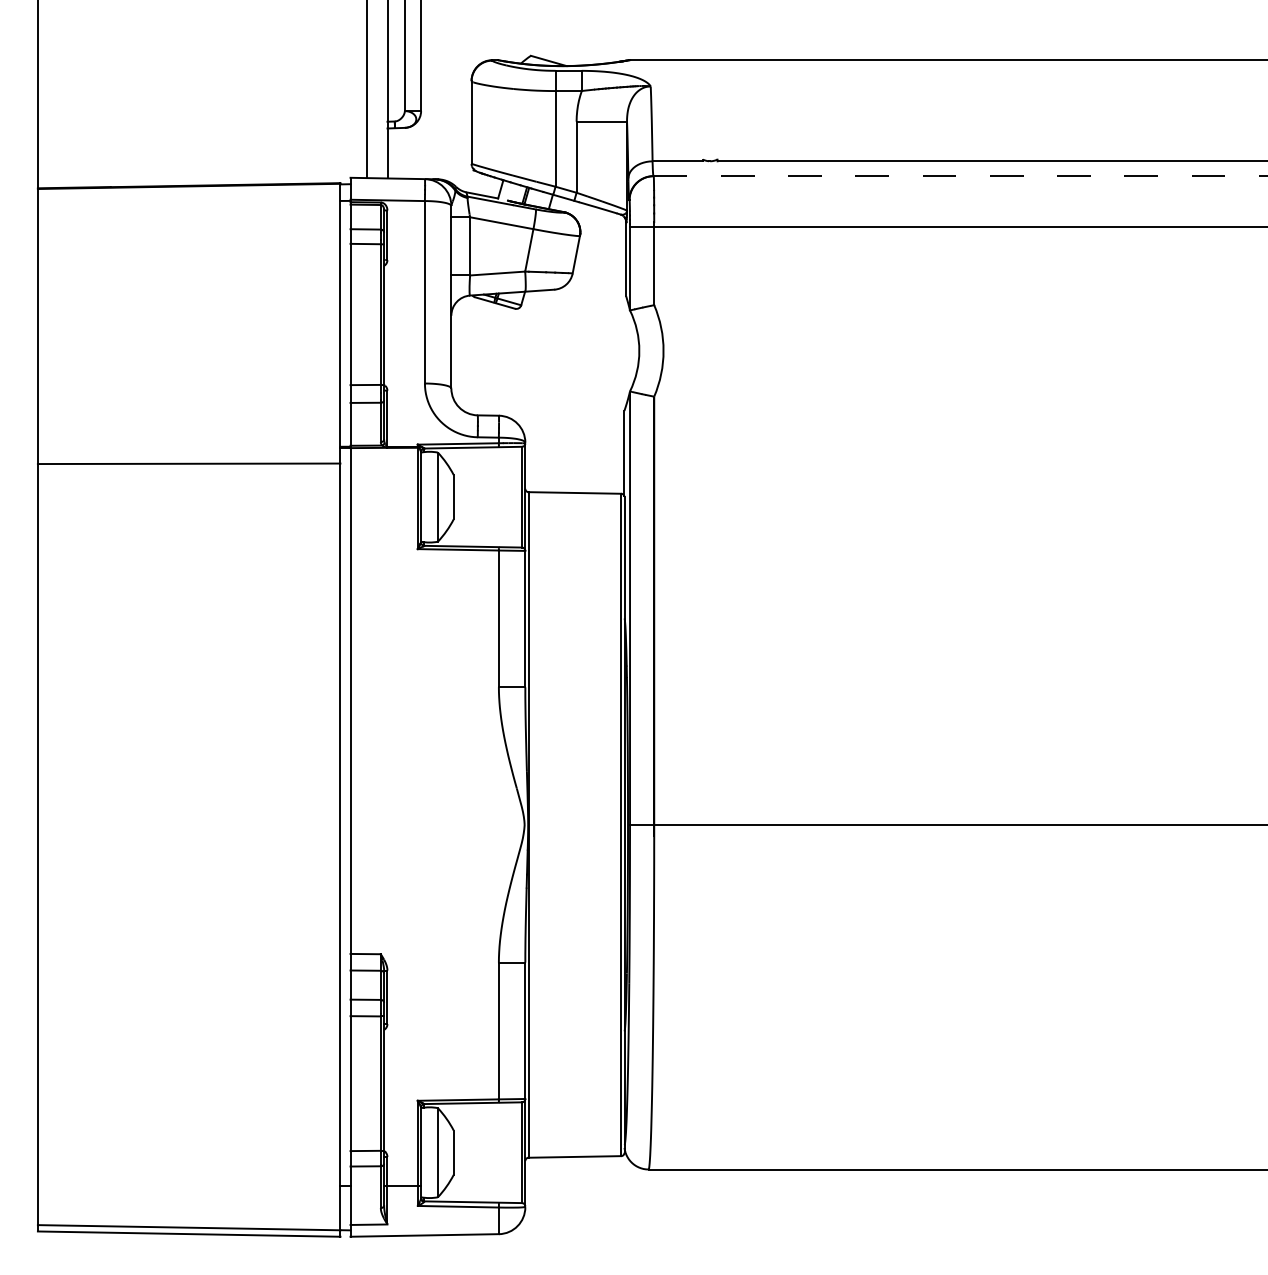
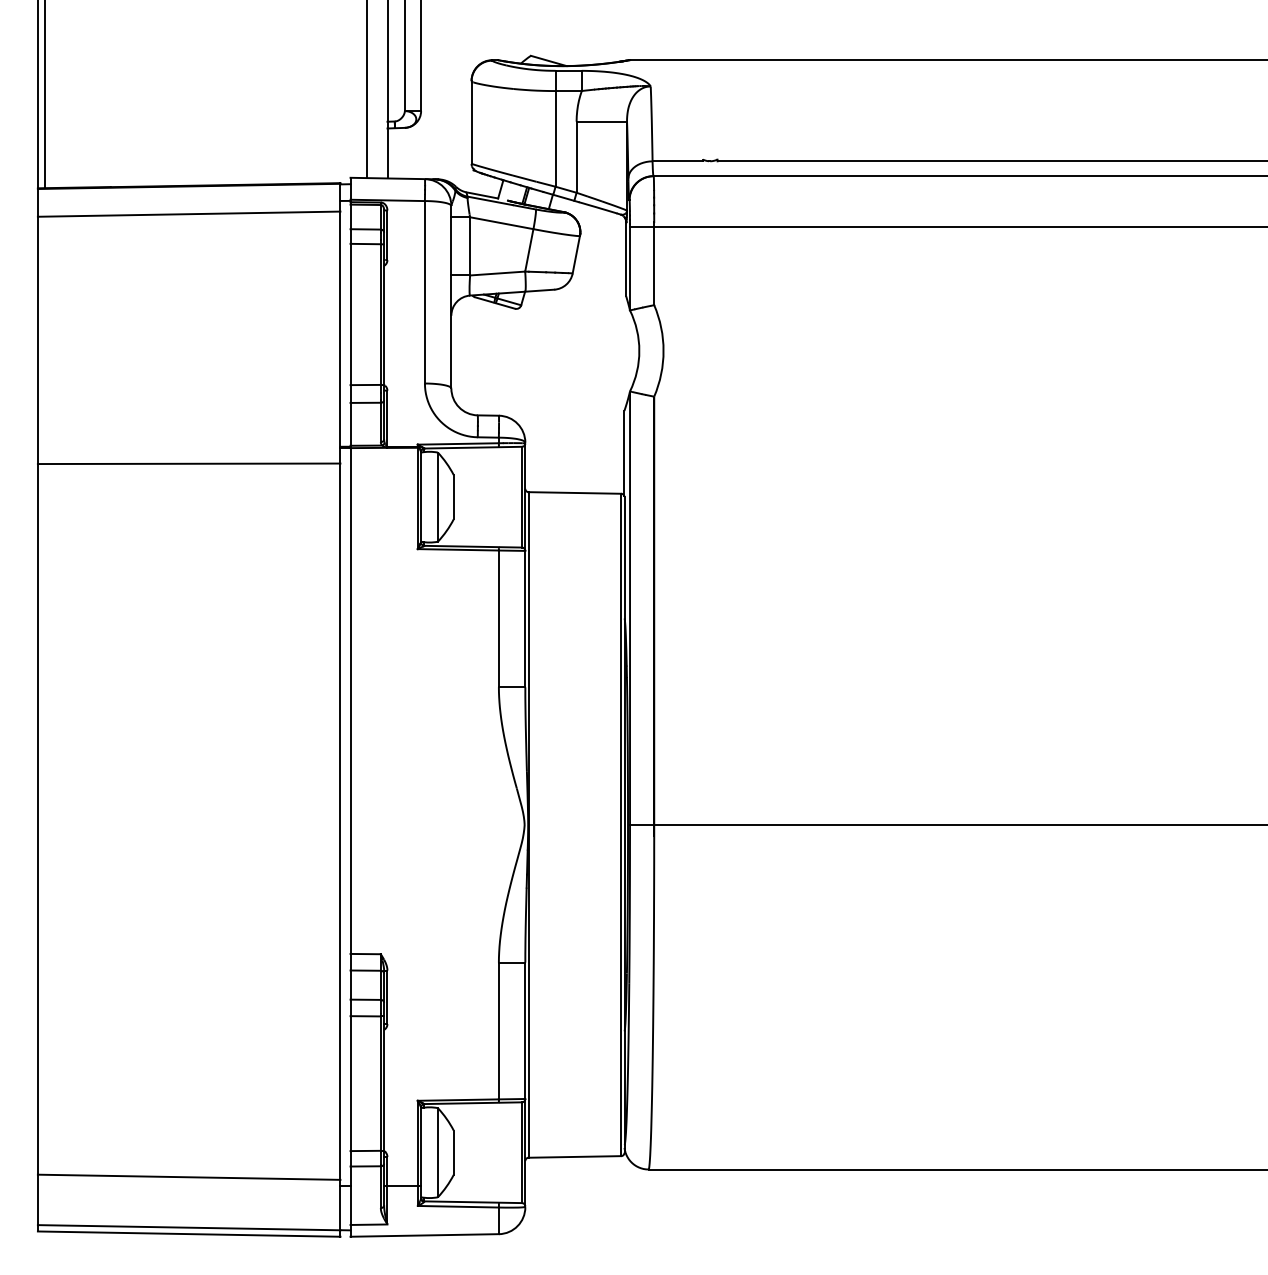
line at (44, 95): none -> present
line at (960, 176): dashed -> solid
line at (188, 213): none -> present
line at (188, 1176): none -> present
